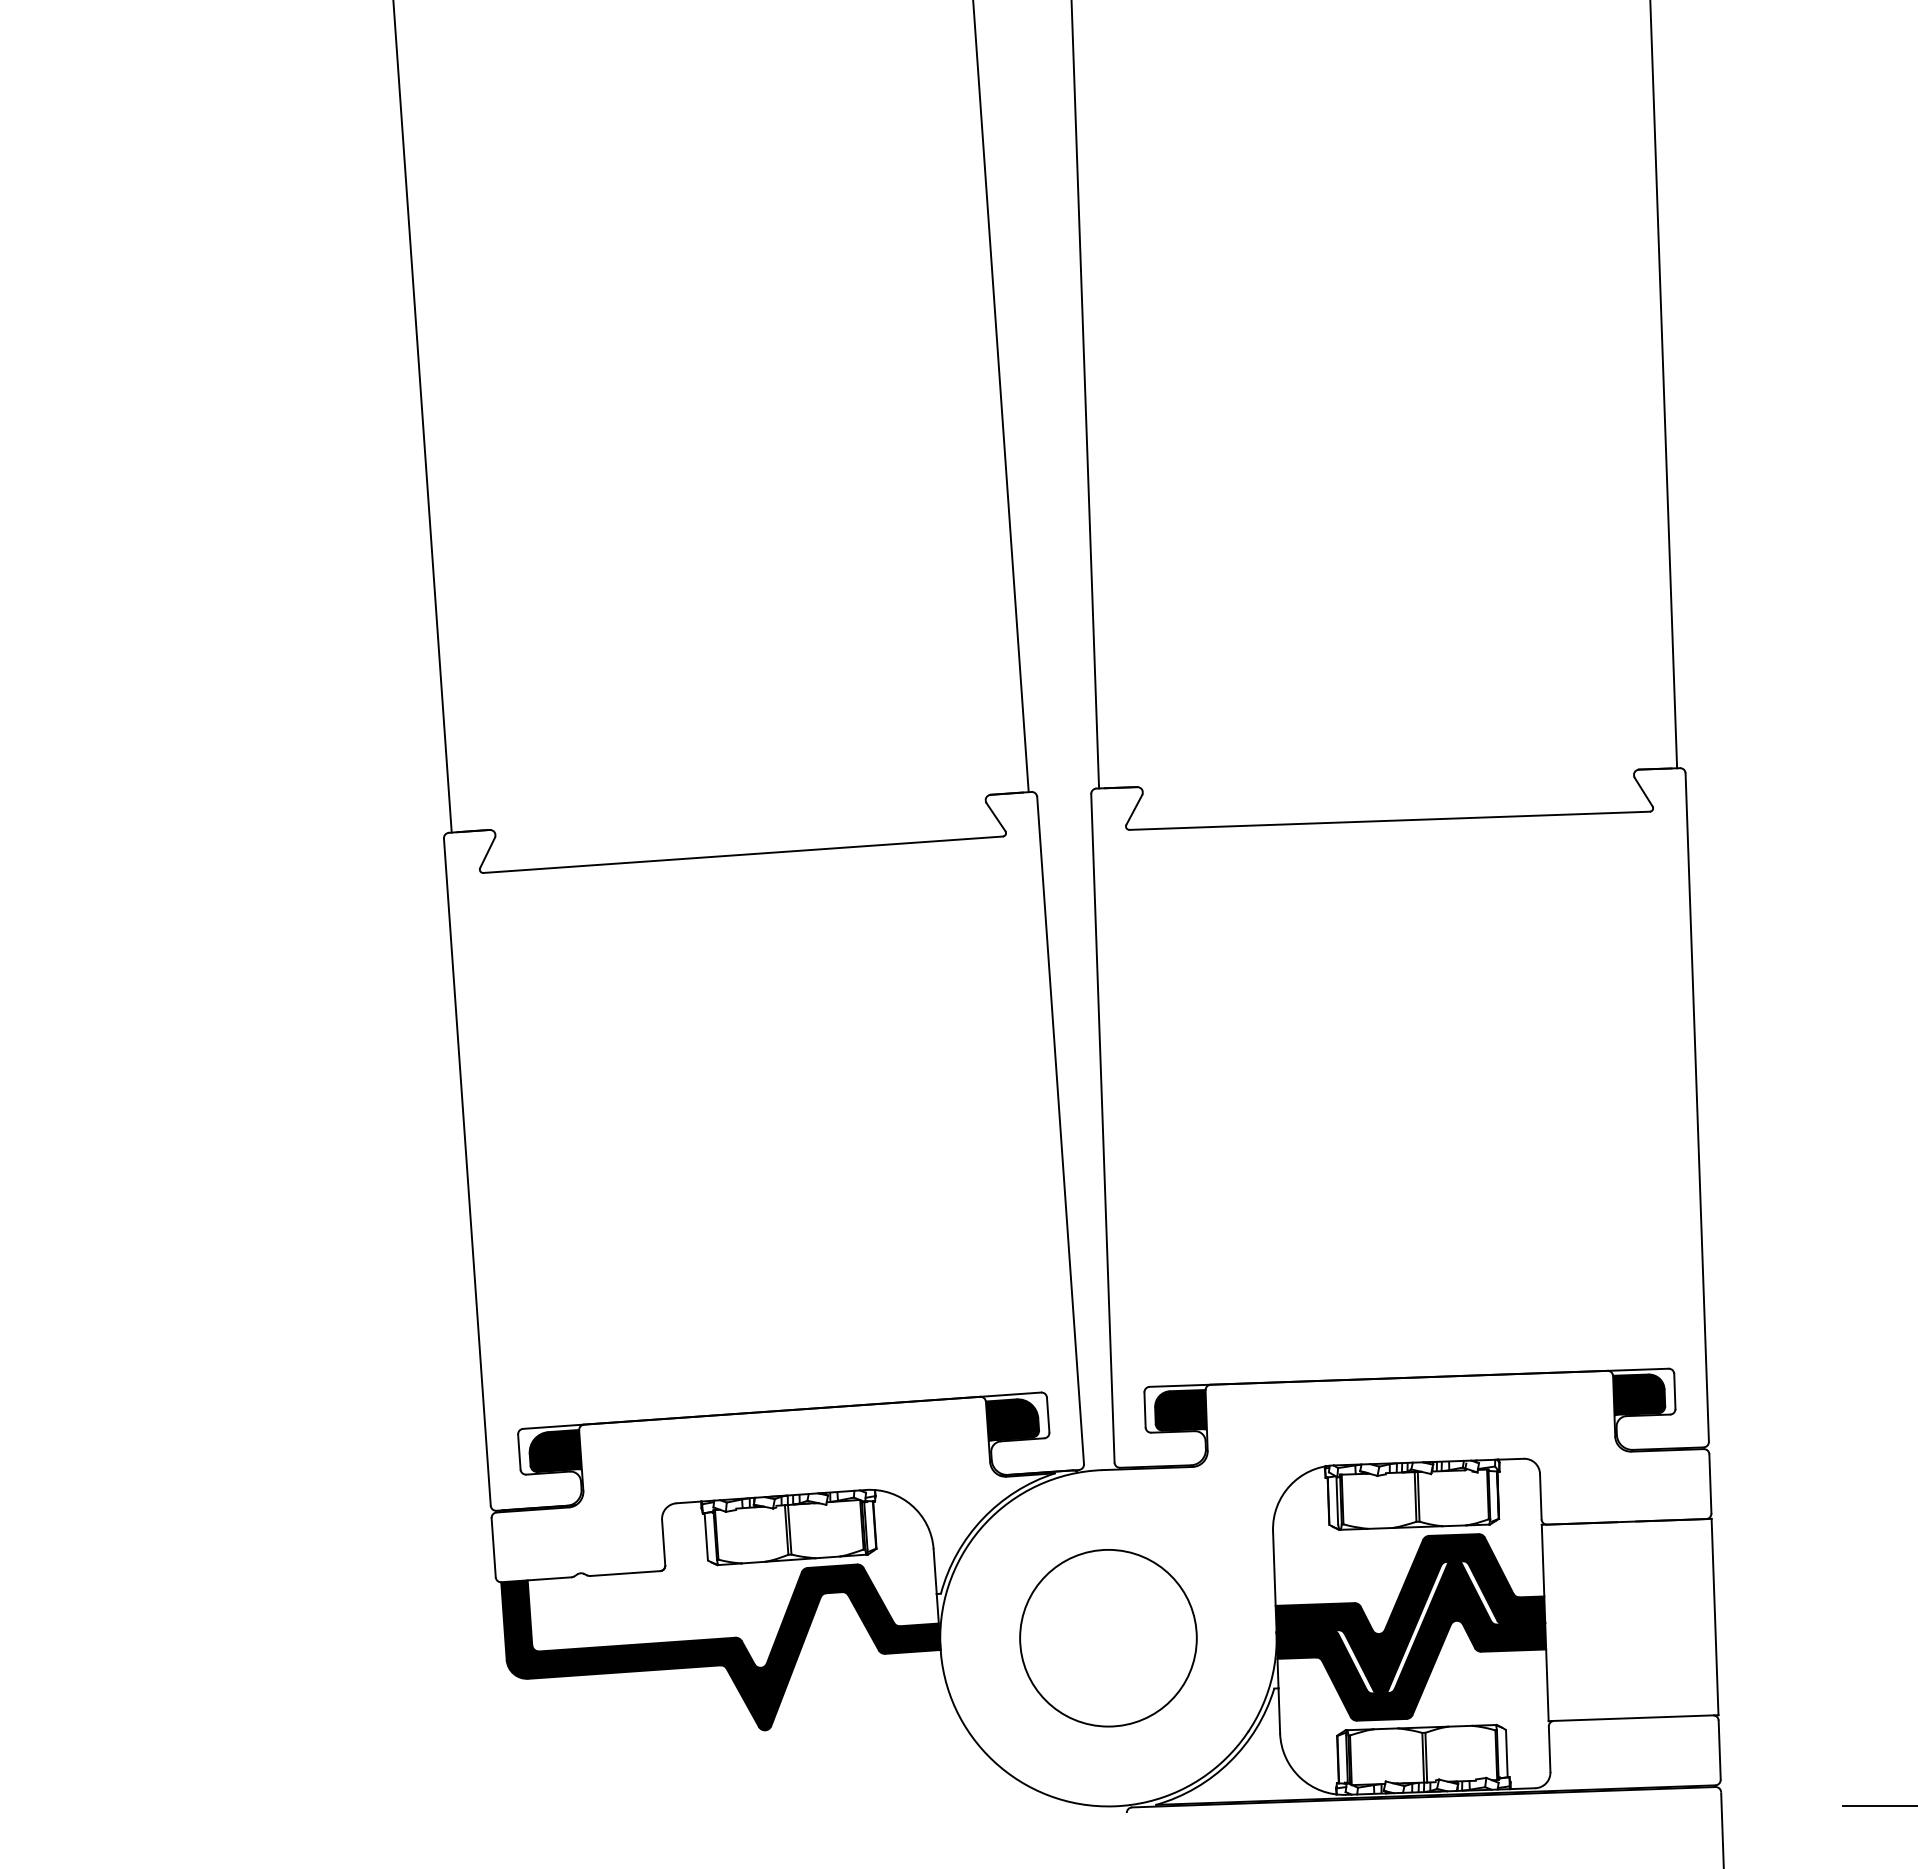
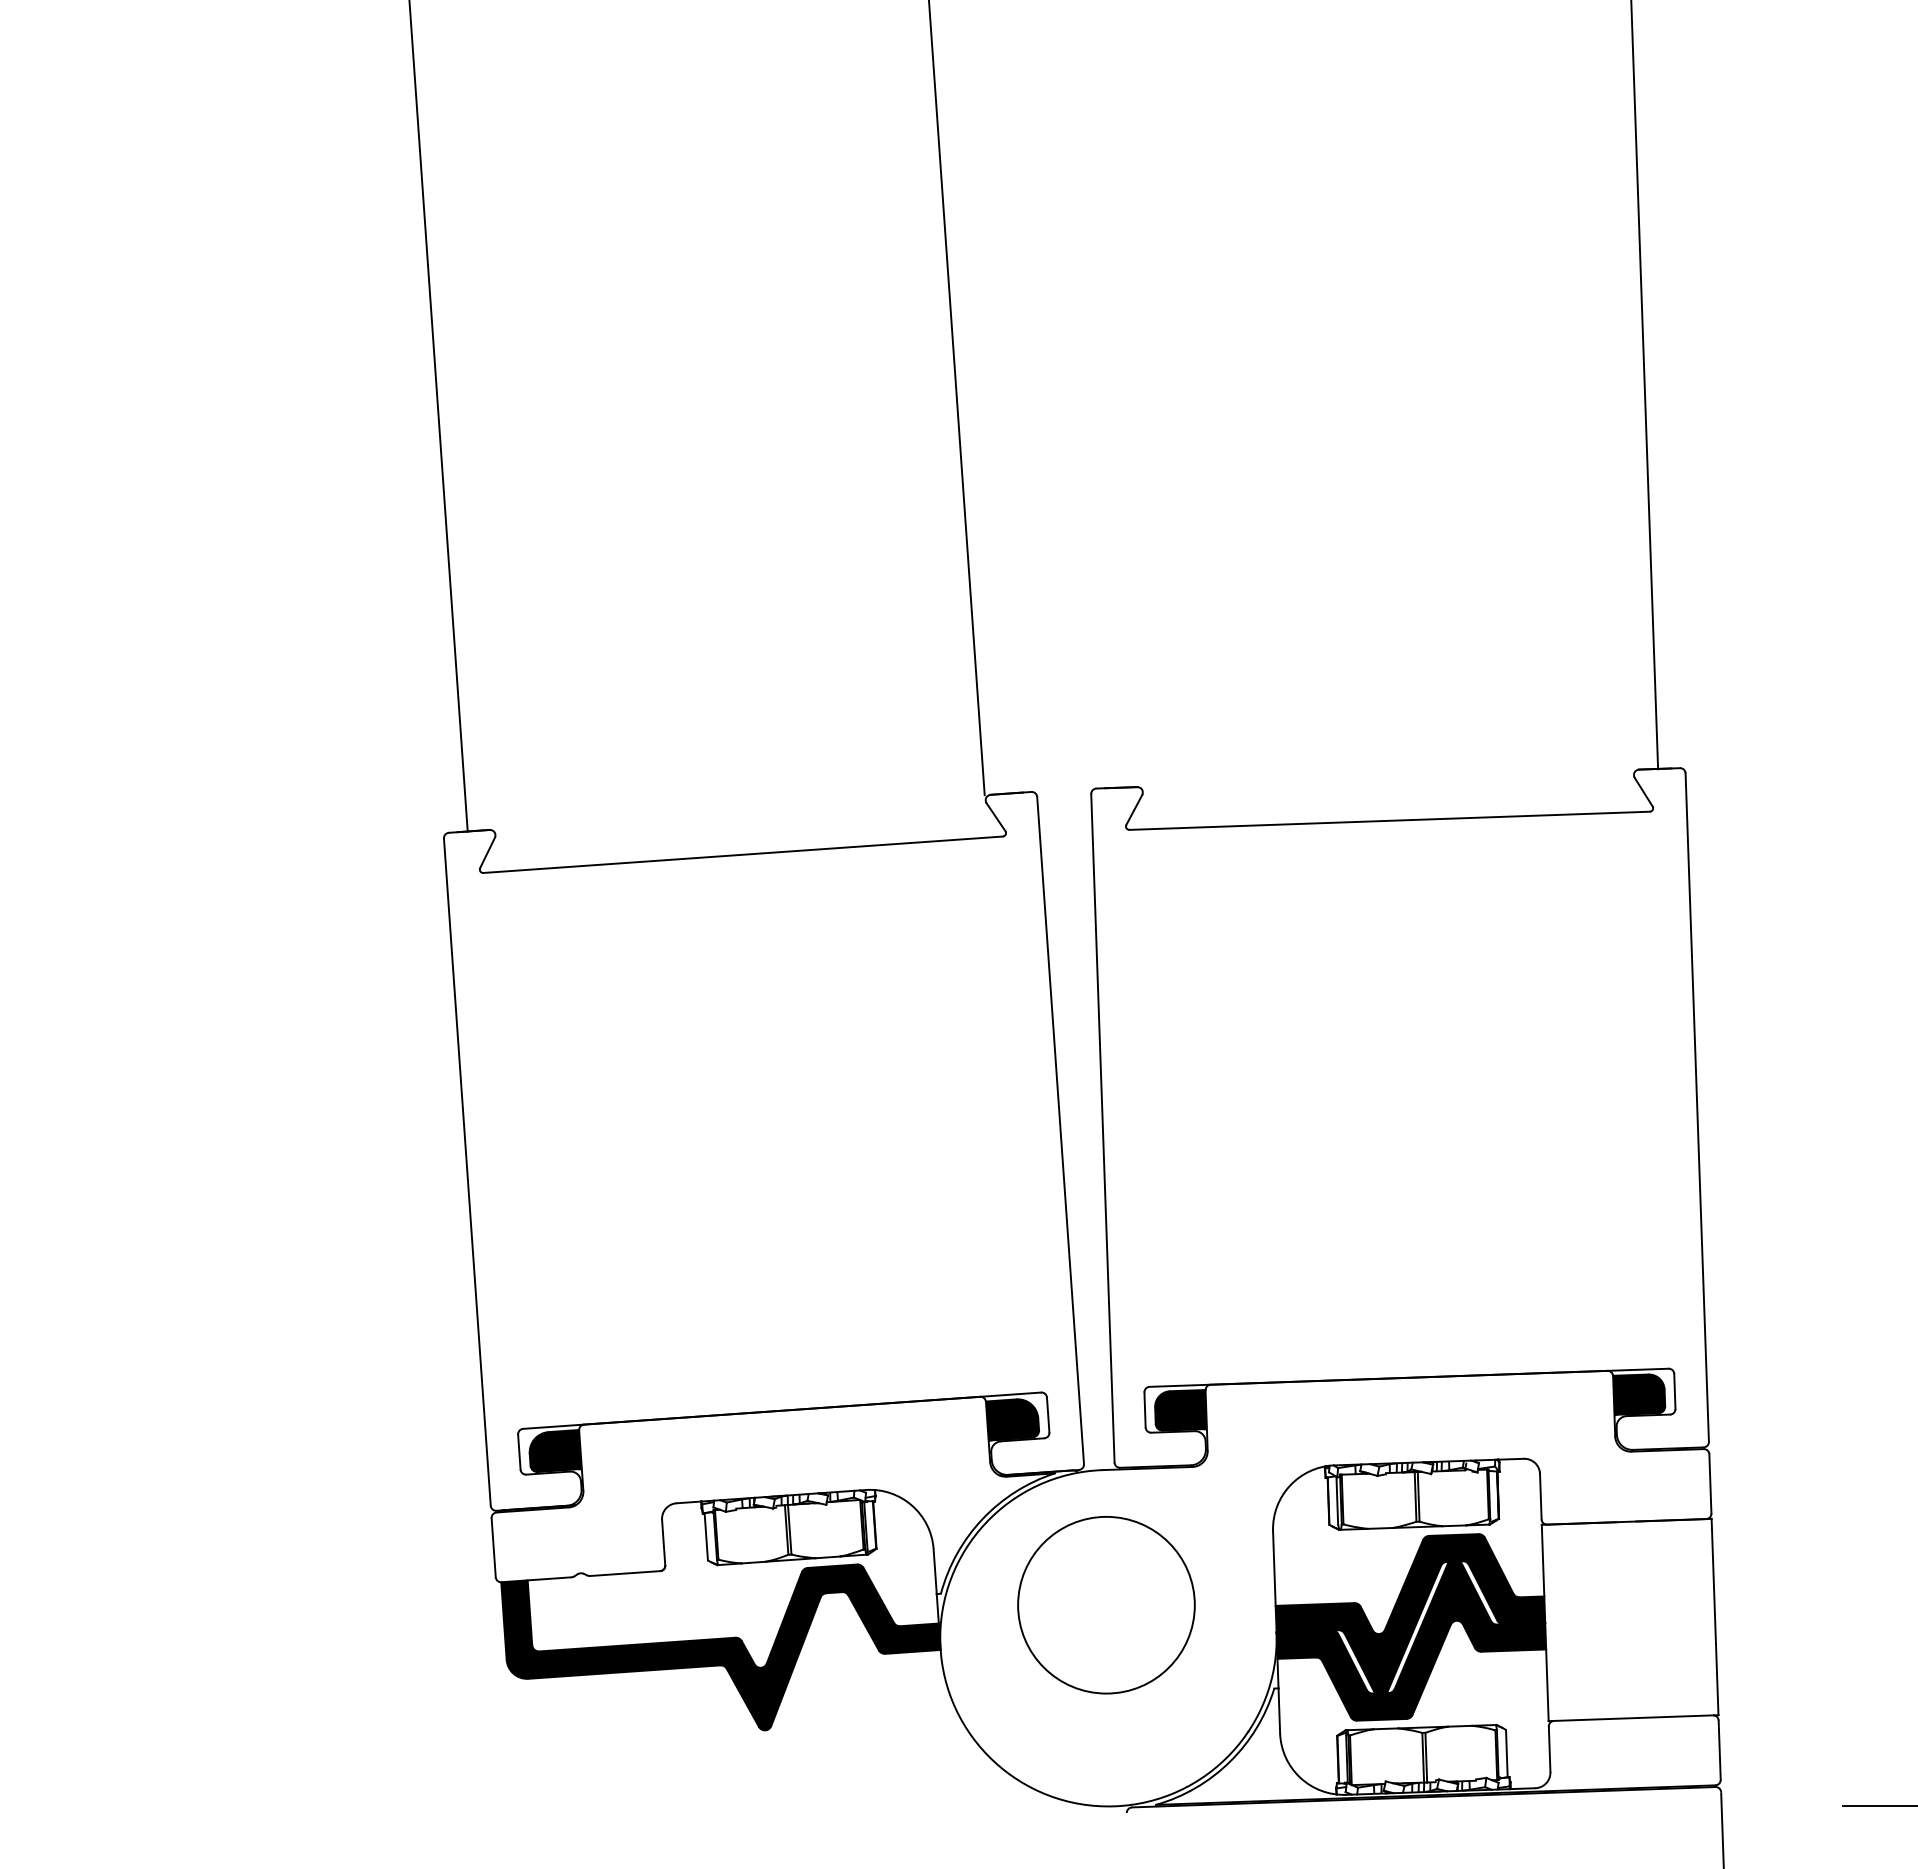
line at (1663, 385) position: (1663, 385) -> (1644, 385)
line at (1085, 395): present -> none
line at (1000, 397) position: (1000, 397) -> (956, 398)
line at (422, 417) position: (422, 417) -> (438, 416)
circle at (1108, 1638) position: (1108, 1638) -> (1106, 1605)
